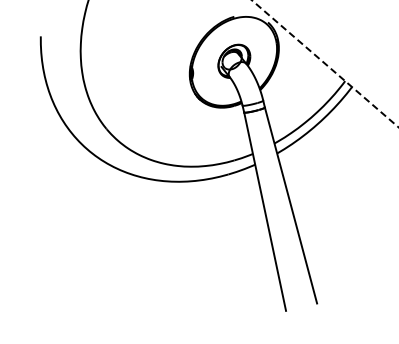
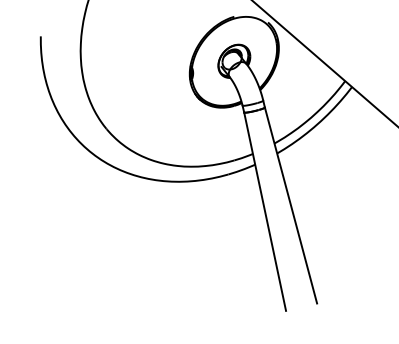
line at (325, 64): dashed -> solid
